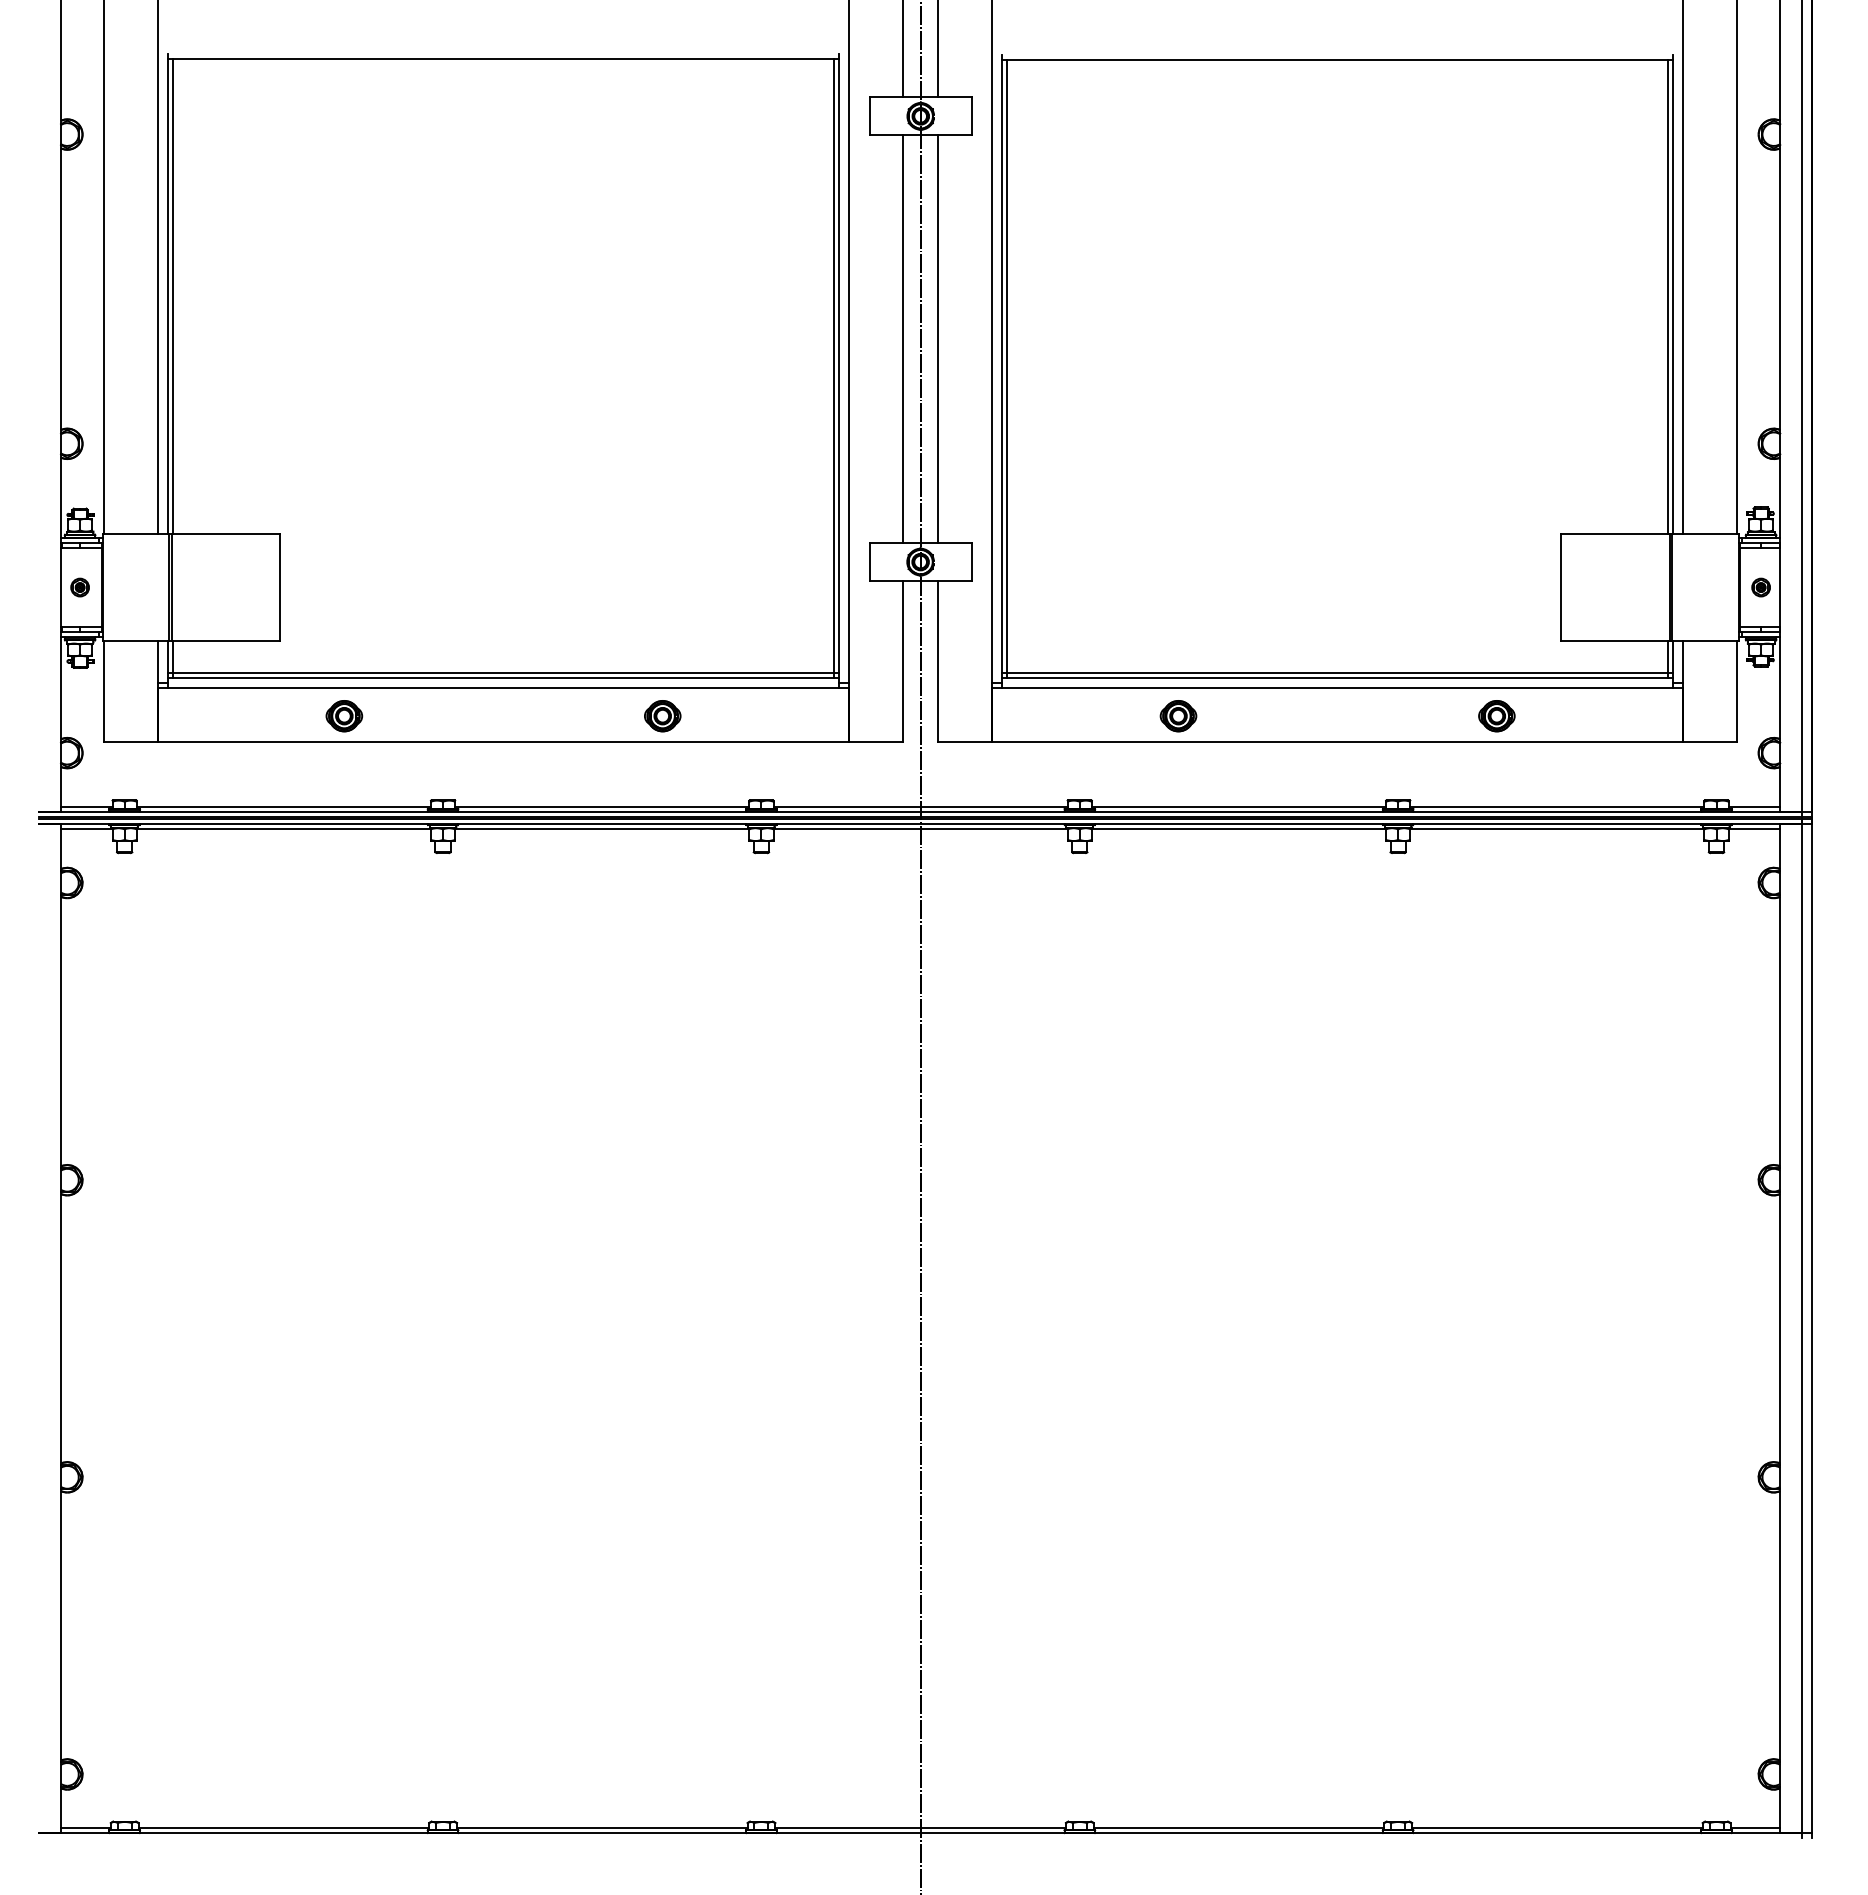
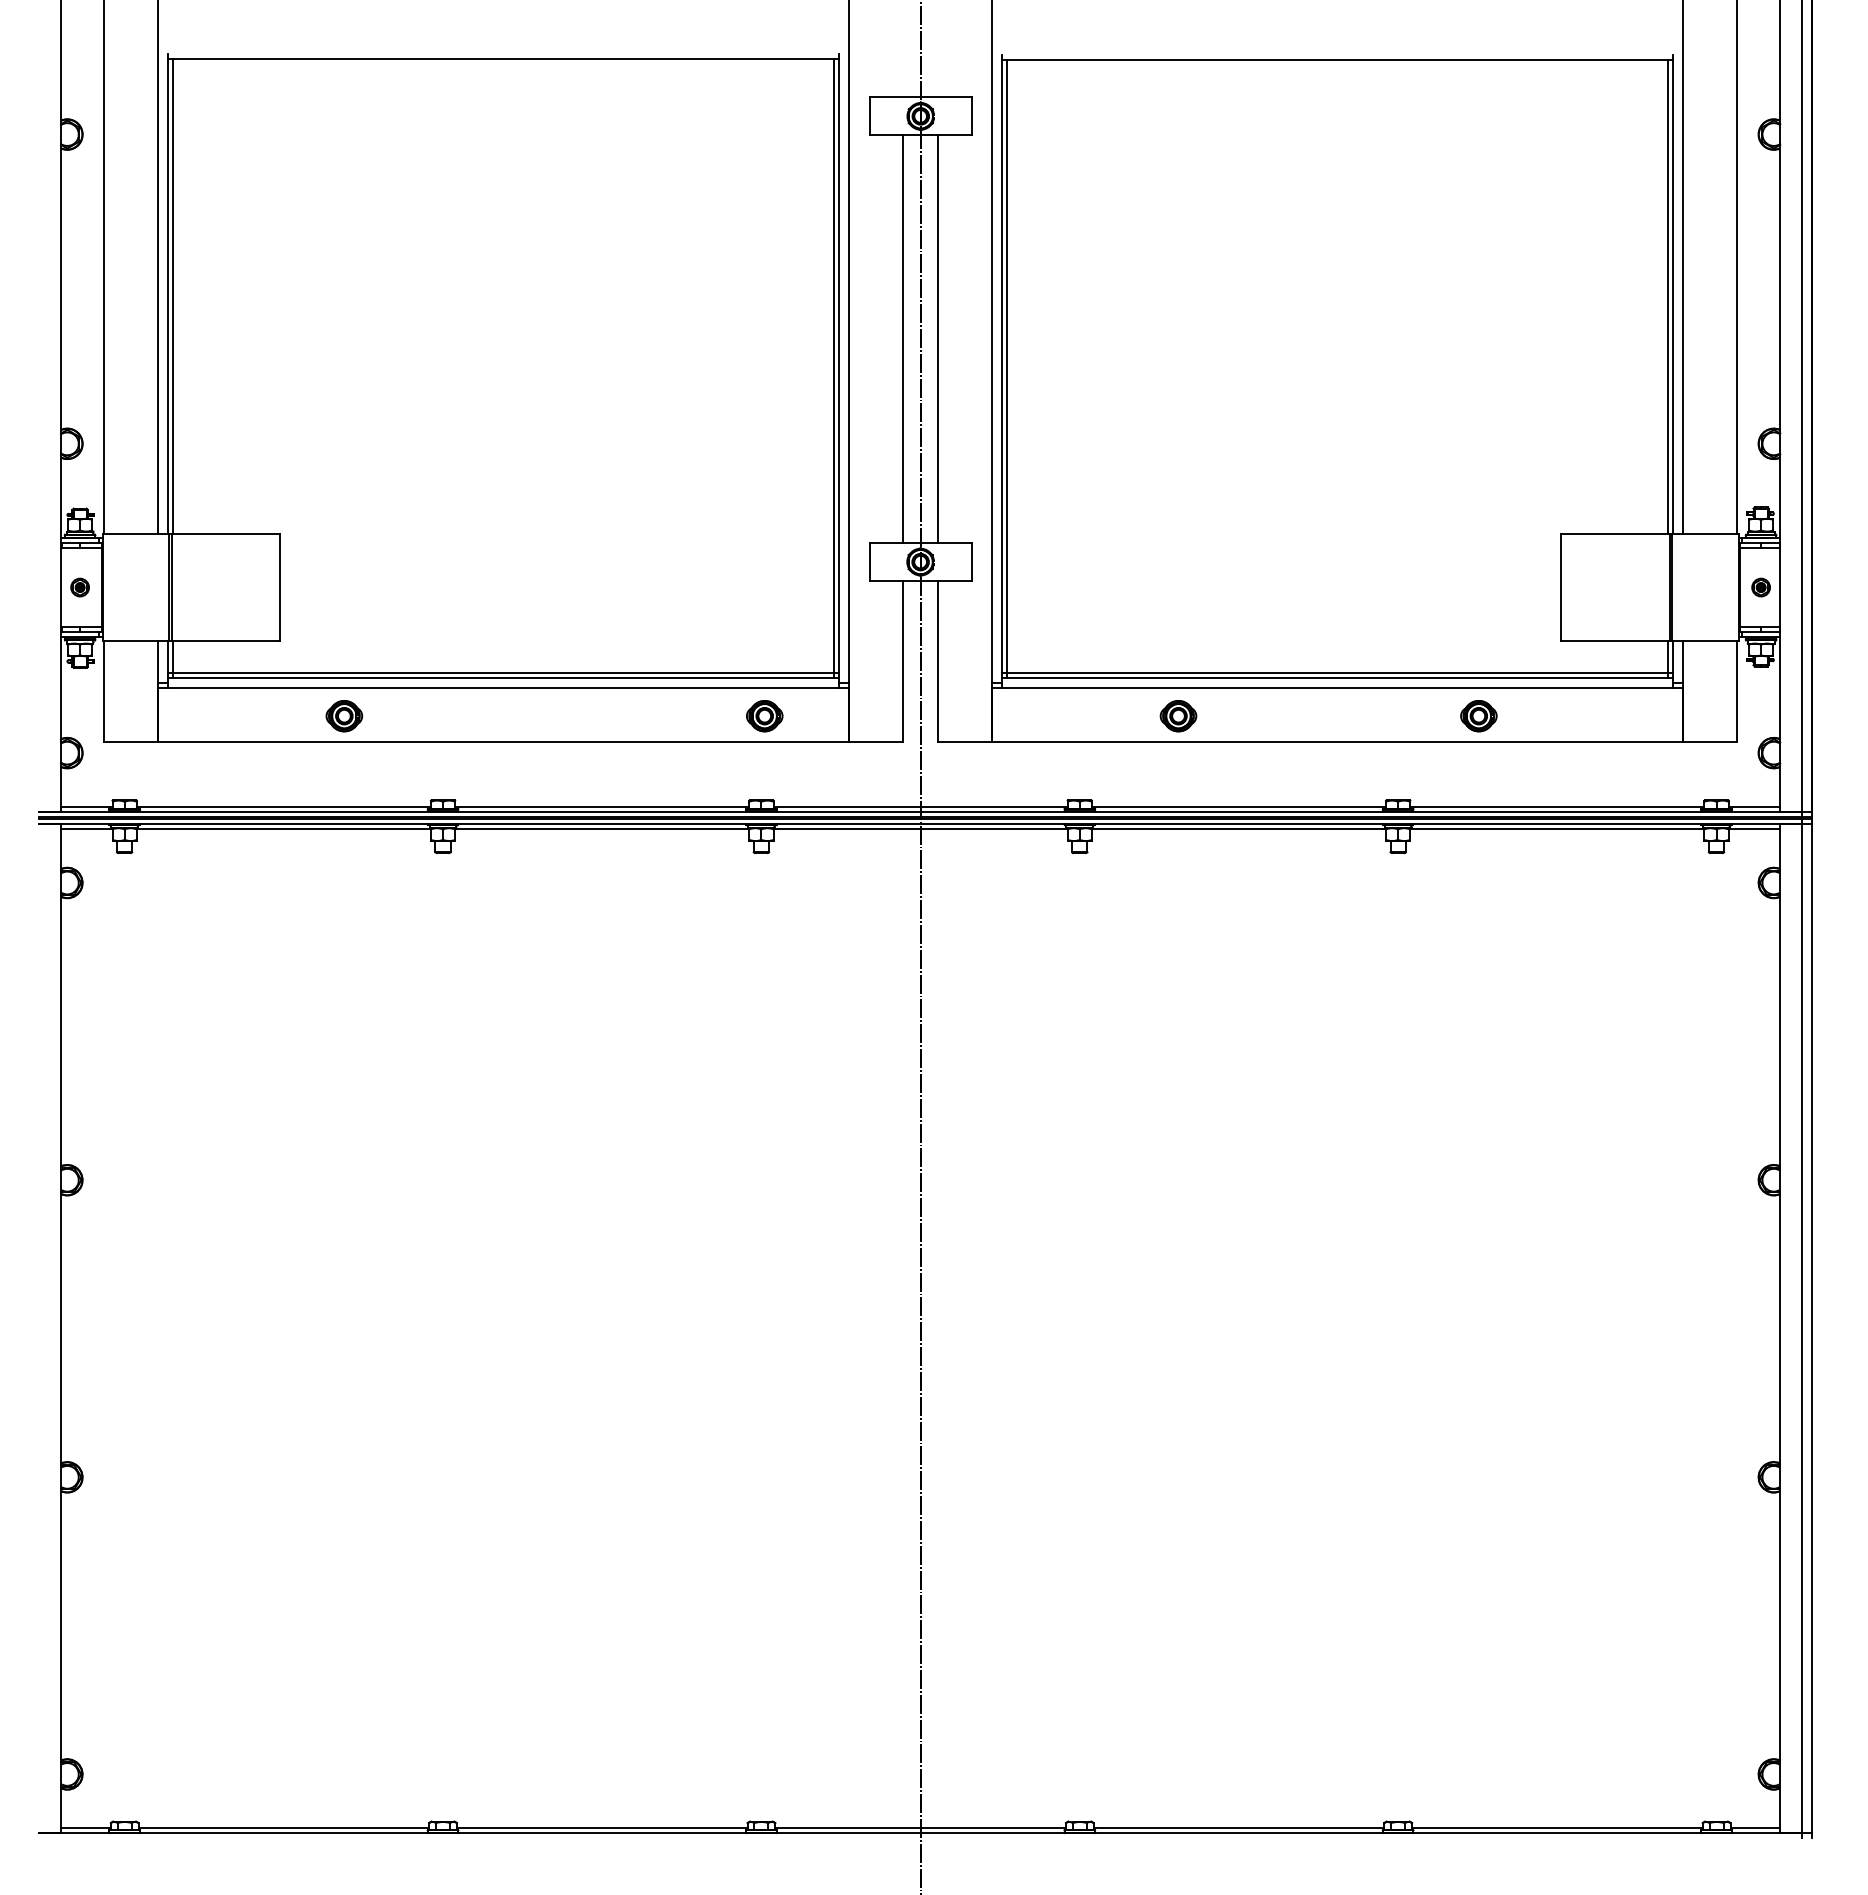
line at (902, 49): present -> none
line at (938, 49): present -> none
part at (662, 716) position: (662, 716) -> (764, 716)
part at (1496, 716) position: (1496, 716) -> (1478, 716)
